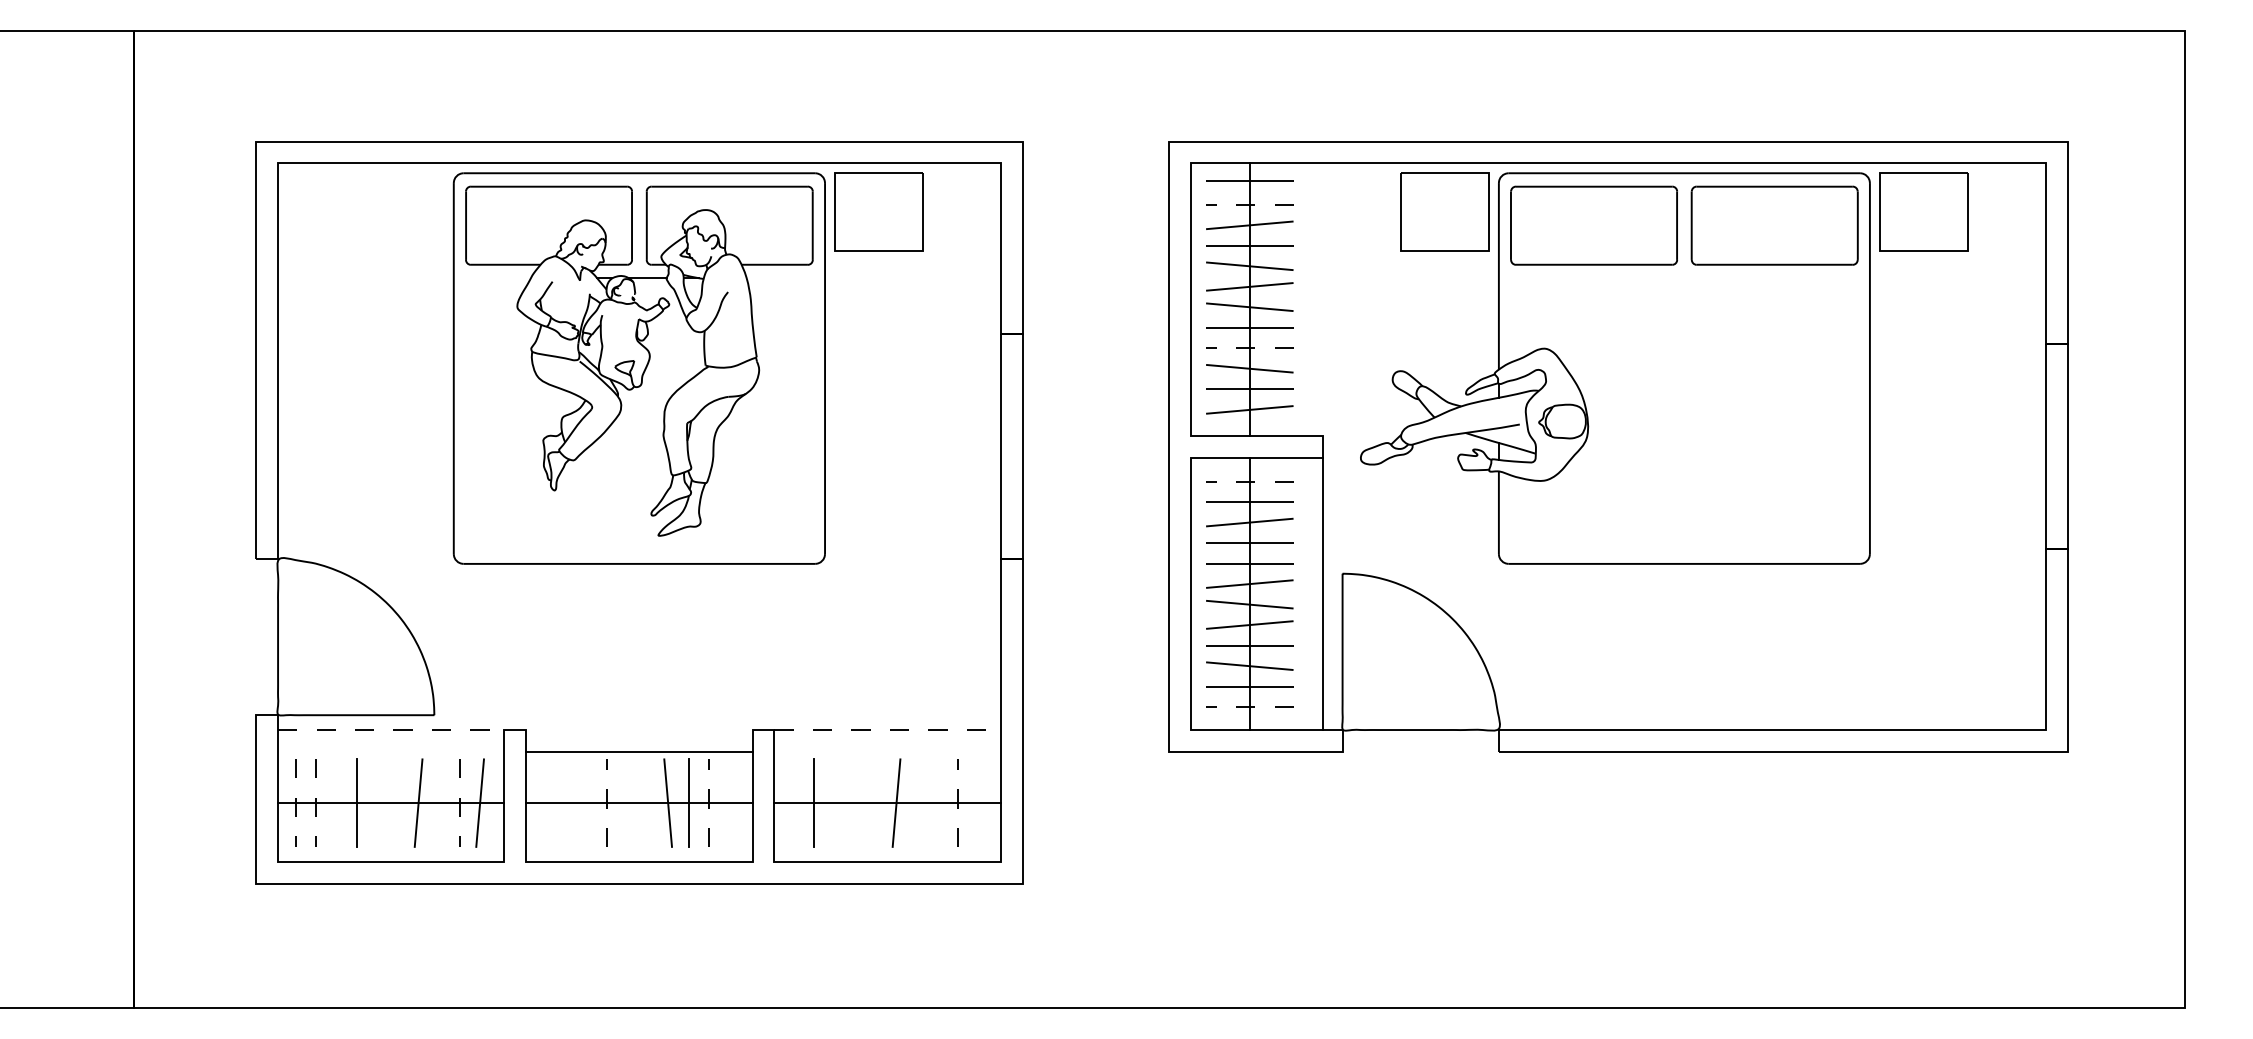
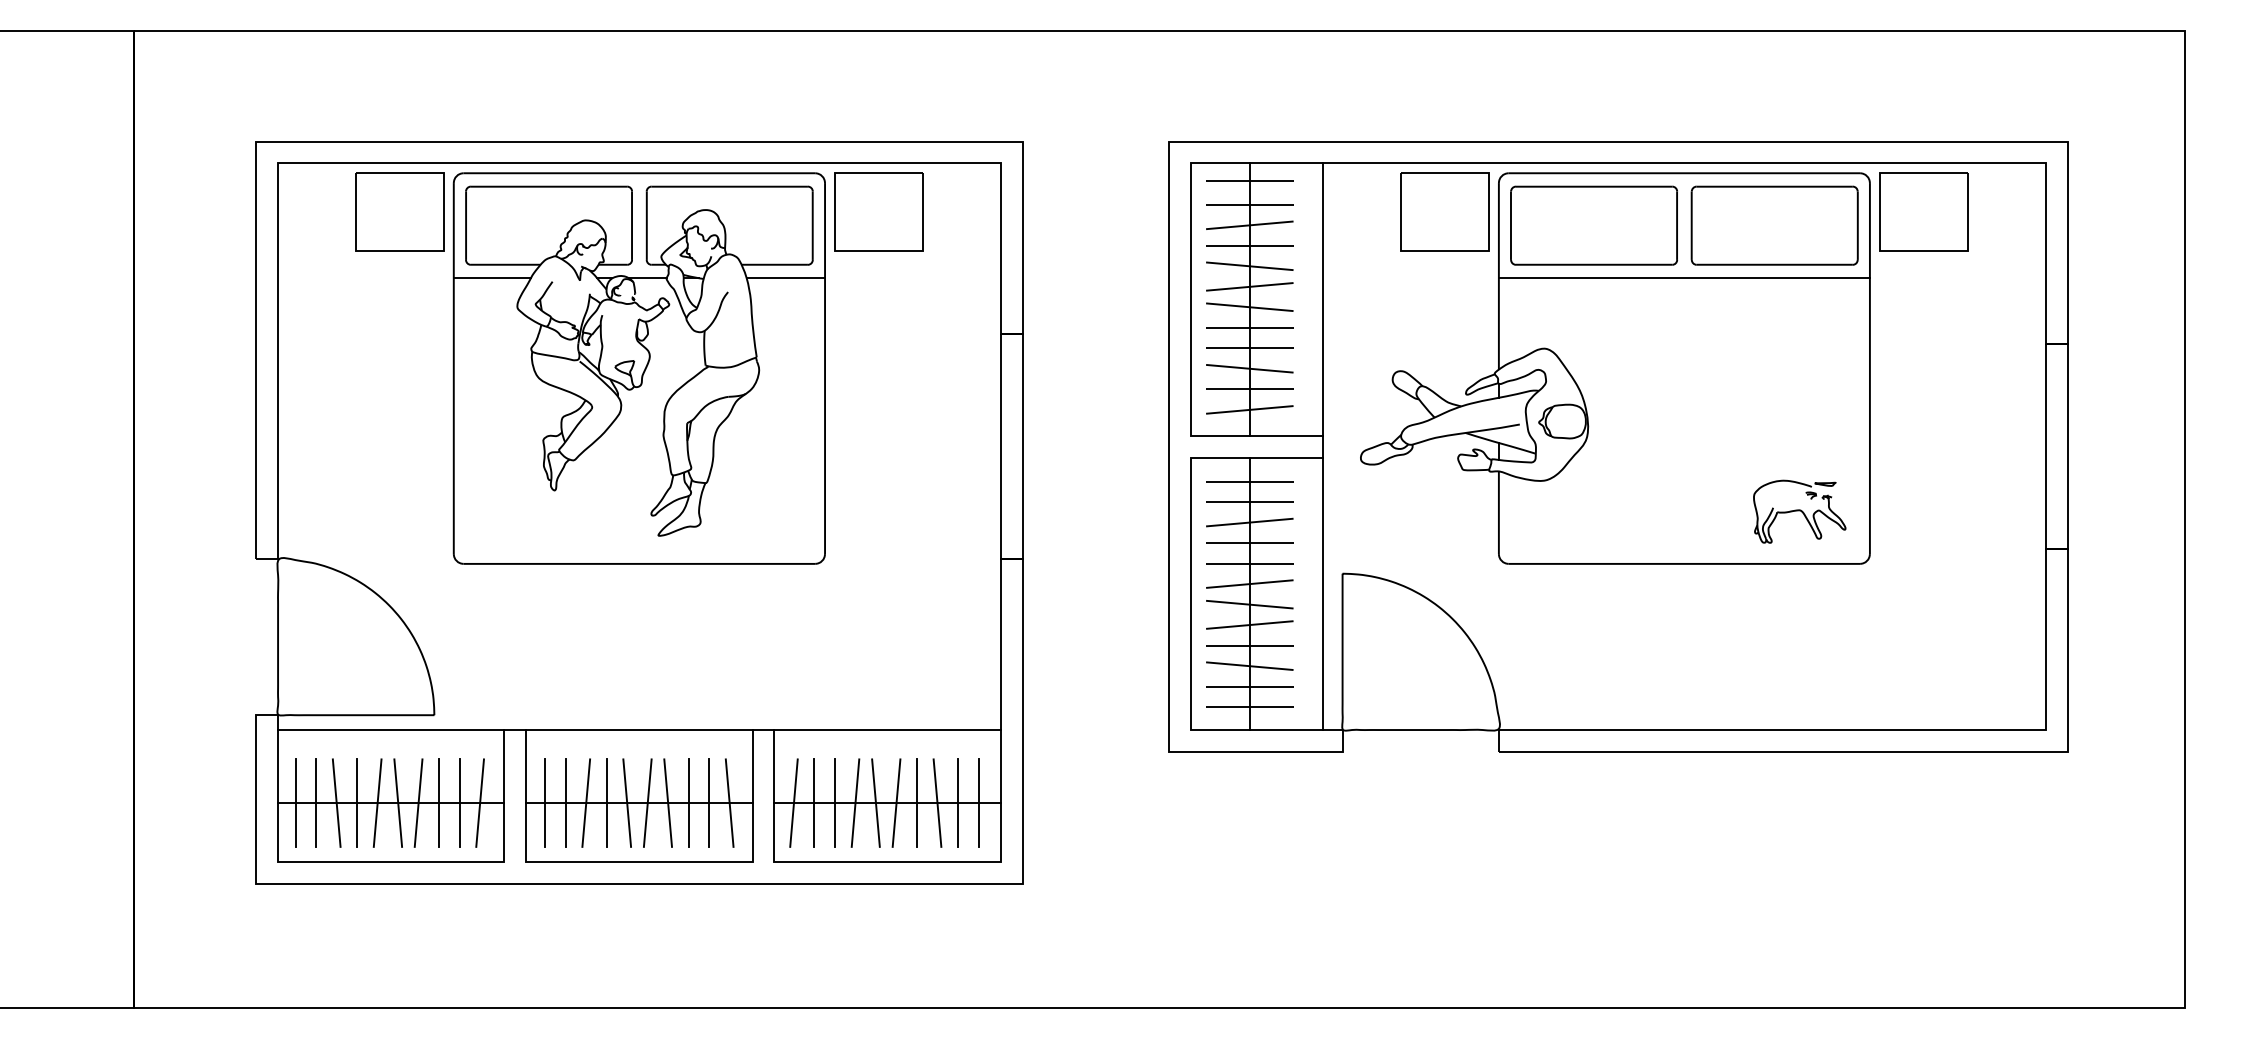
line at (1249, 204): dashed -> solid
part at (399, 211): none -> present
line at (491, 278): none -> present
line at (785, 278): none -> present
line at (1683, 278): none -> present
line at (1322, 299): none -> present
line at (1249, 348): dashed -> solid
line at (1249, 481): dashed -> solid
part at (1799, 511): none -> present
line at (1249, 707): dashed -> solid
line at (391, 730): dashed -> solid
line at (888, 730): dashed -> solid
line at (639, 752) position: (639, 752) -> (639, 730)
line at (336, 802): none -> present
line at (377, 802): none -> present
line at (398, 802): none -> present
line at (586, 802): none -> present
line at (627, 802): none -> present
line at (647, 802): none -> present
line at (729, 802): none -> present
line at (793, 802): none -> present
line at (855, 802): none -> present
line at (875, 802): none -> present
line at (937, 802): none -> present
line at (295, 803): dashed -> solid
line at (316, 803): dashed -> solid
line at (439, 803): none -> present
line at (459, 803): dashed -> solid
line at (545, 803): none -> present
line at (565, 803): none -> present
line at (606, 803): dashed -> solid
line at (709, 803): dashed -> solid
line at (835, 803): none -> present
line at (917, 803): none -> present
line at (958, 803): dashed -> solid
line at (978, 803): none -> present
